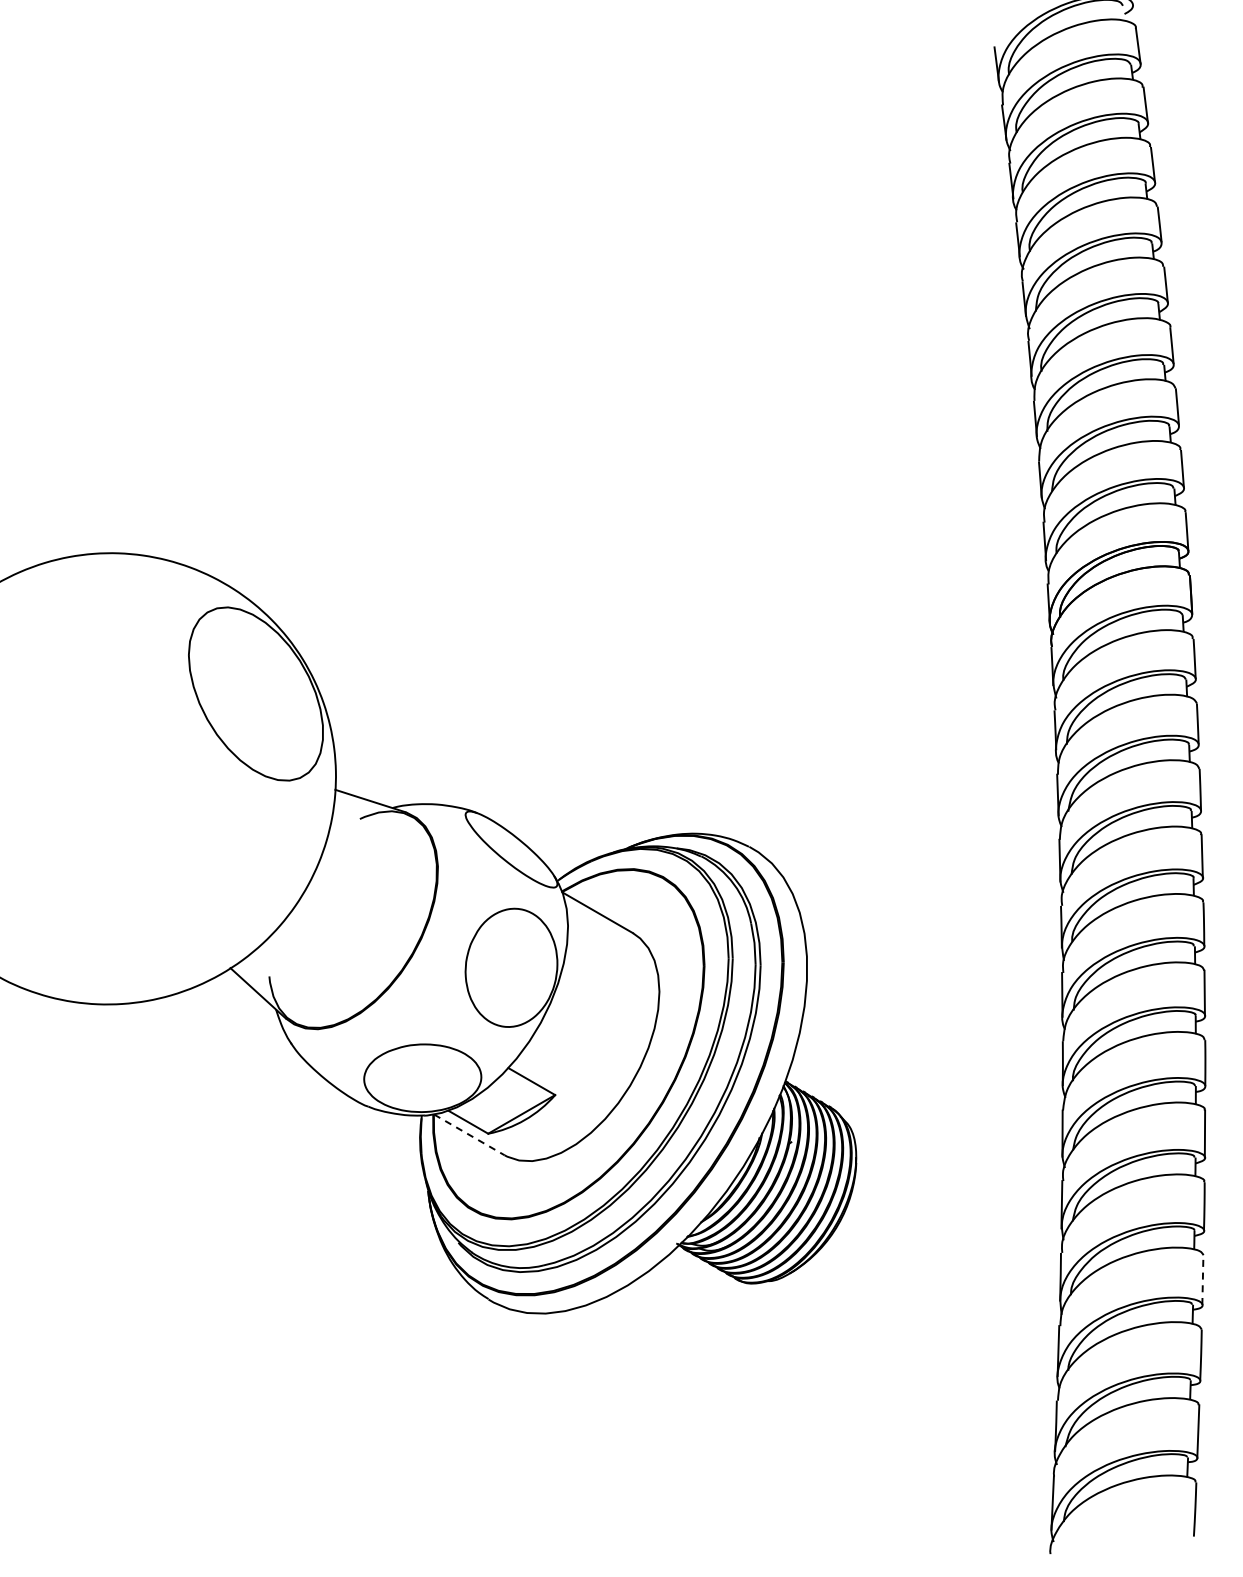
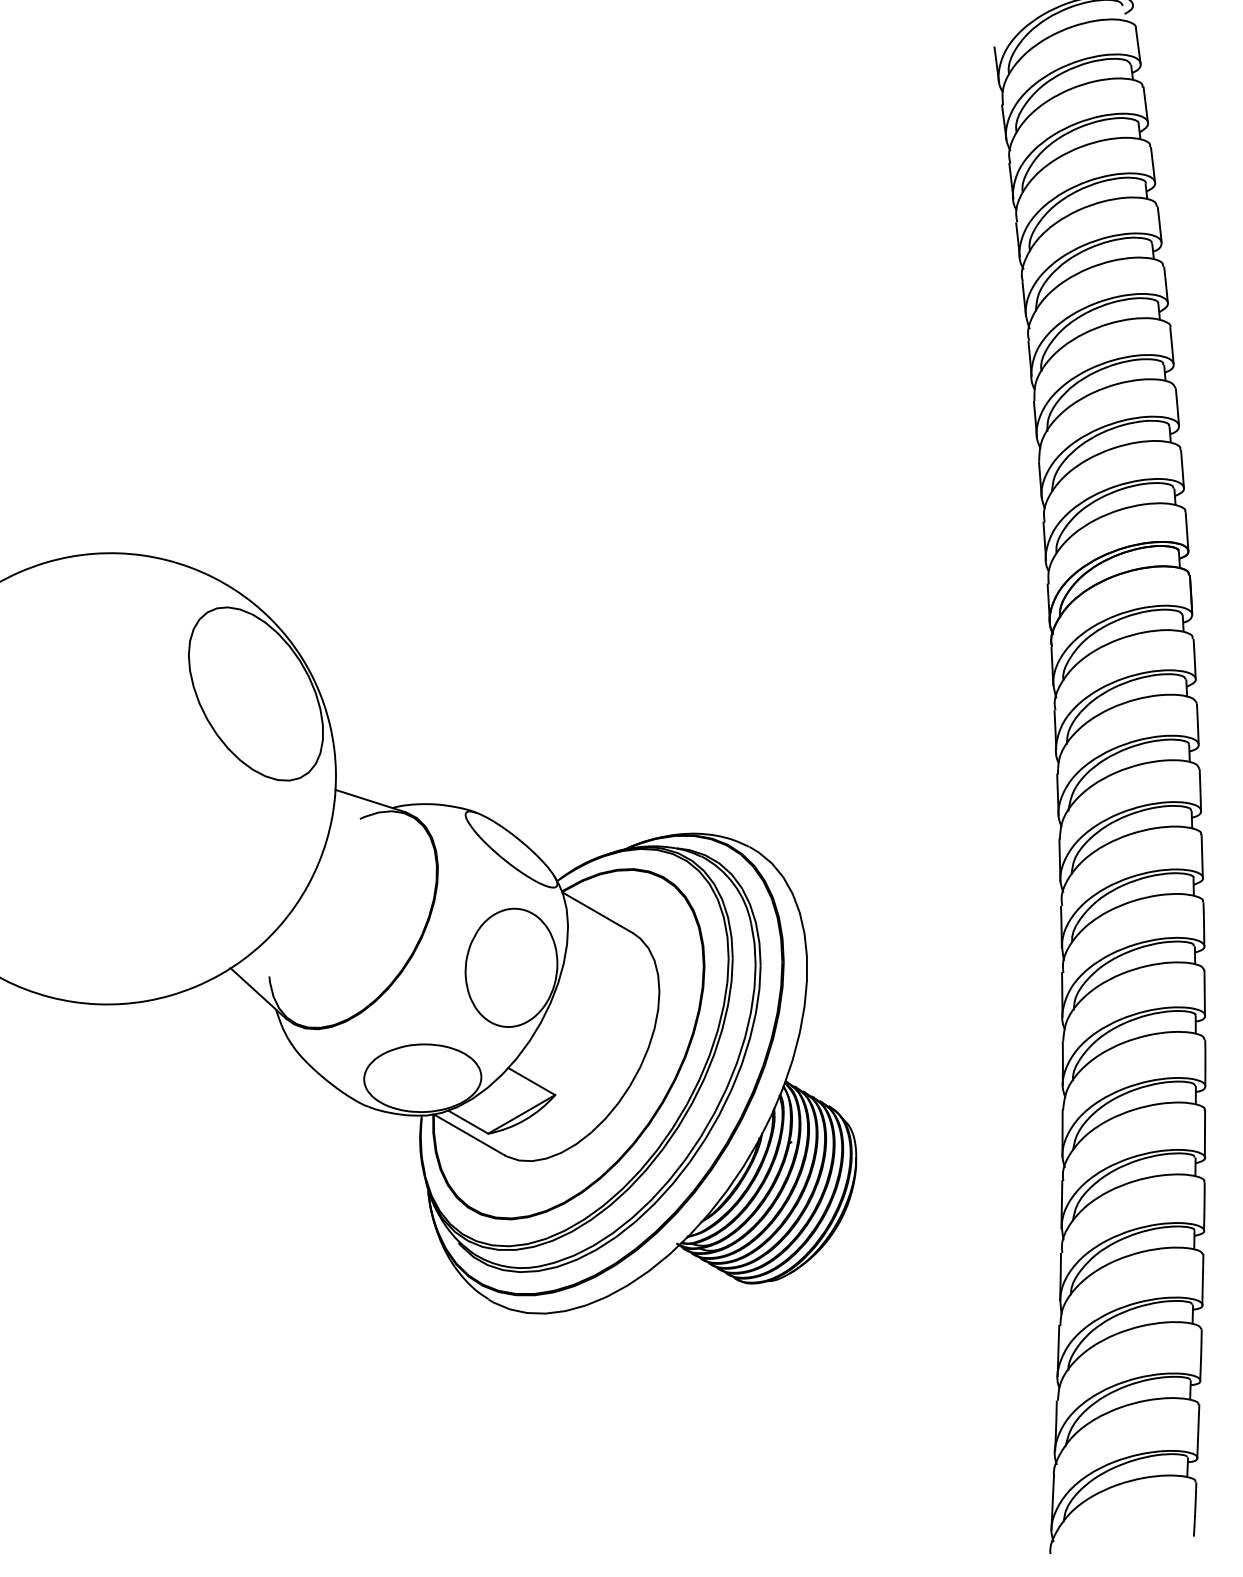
line at (469, 1134): dashed -> solid
line at (1202, 1280): dashed -> solid
